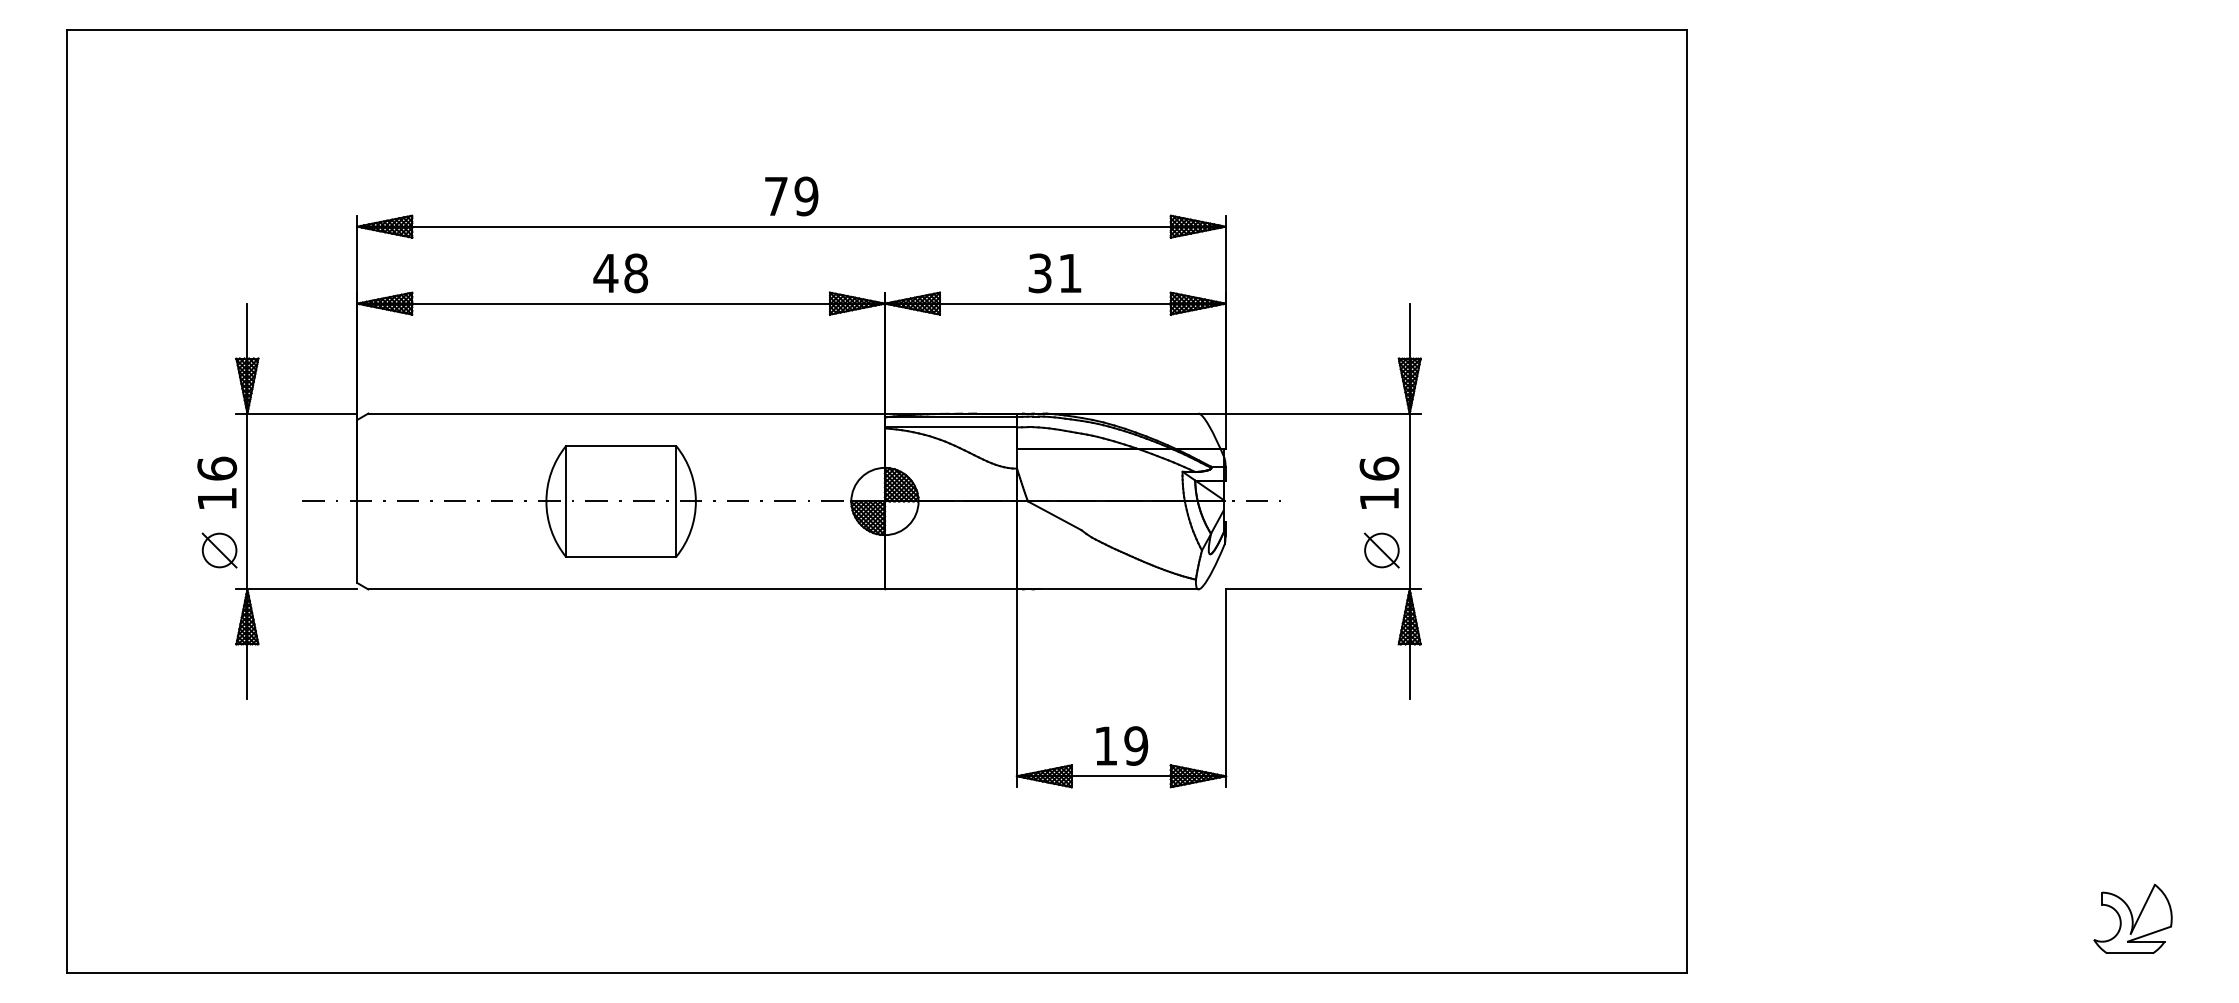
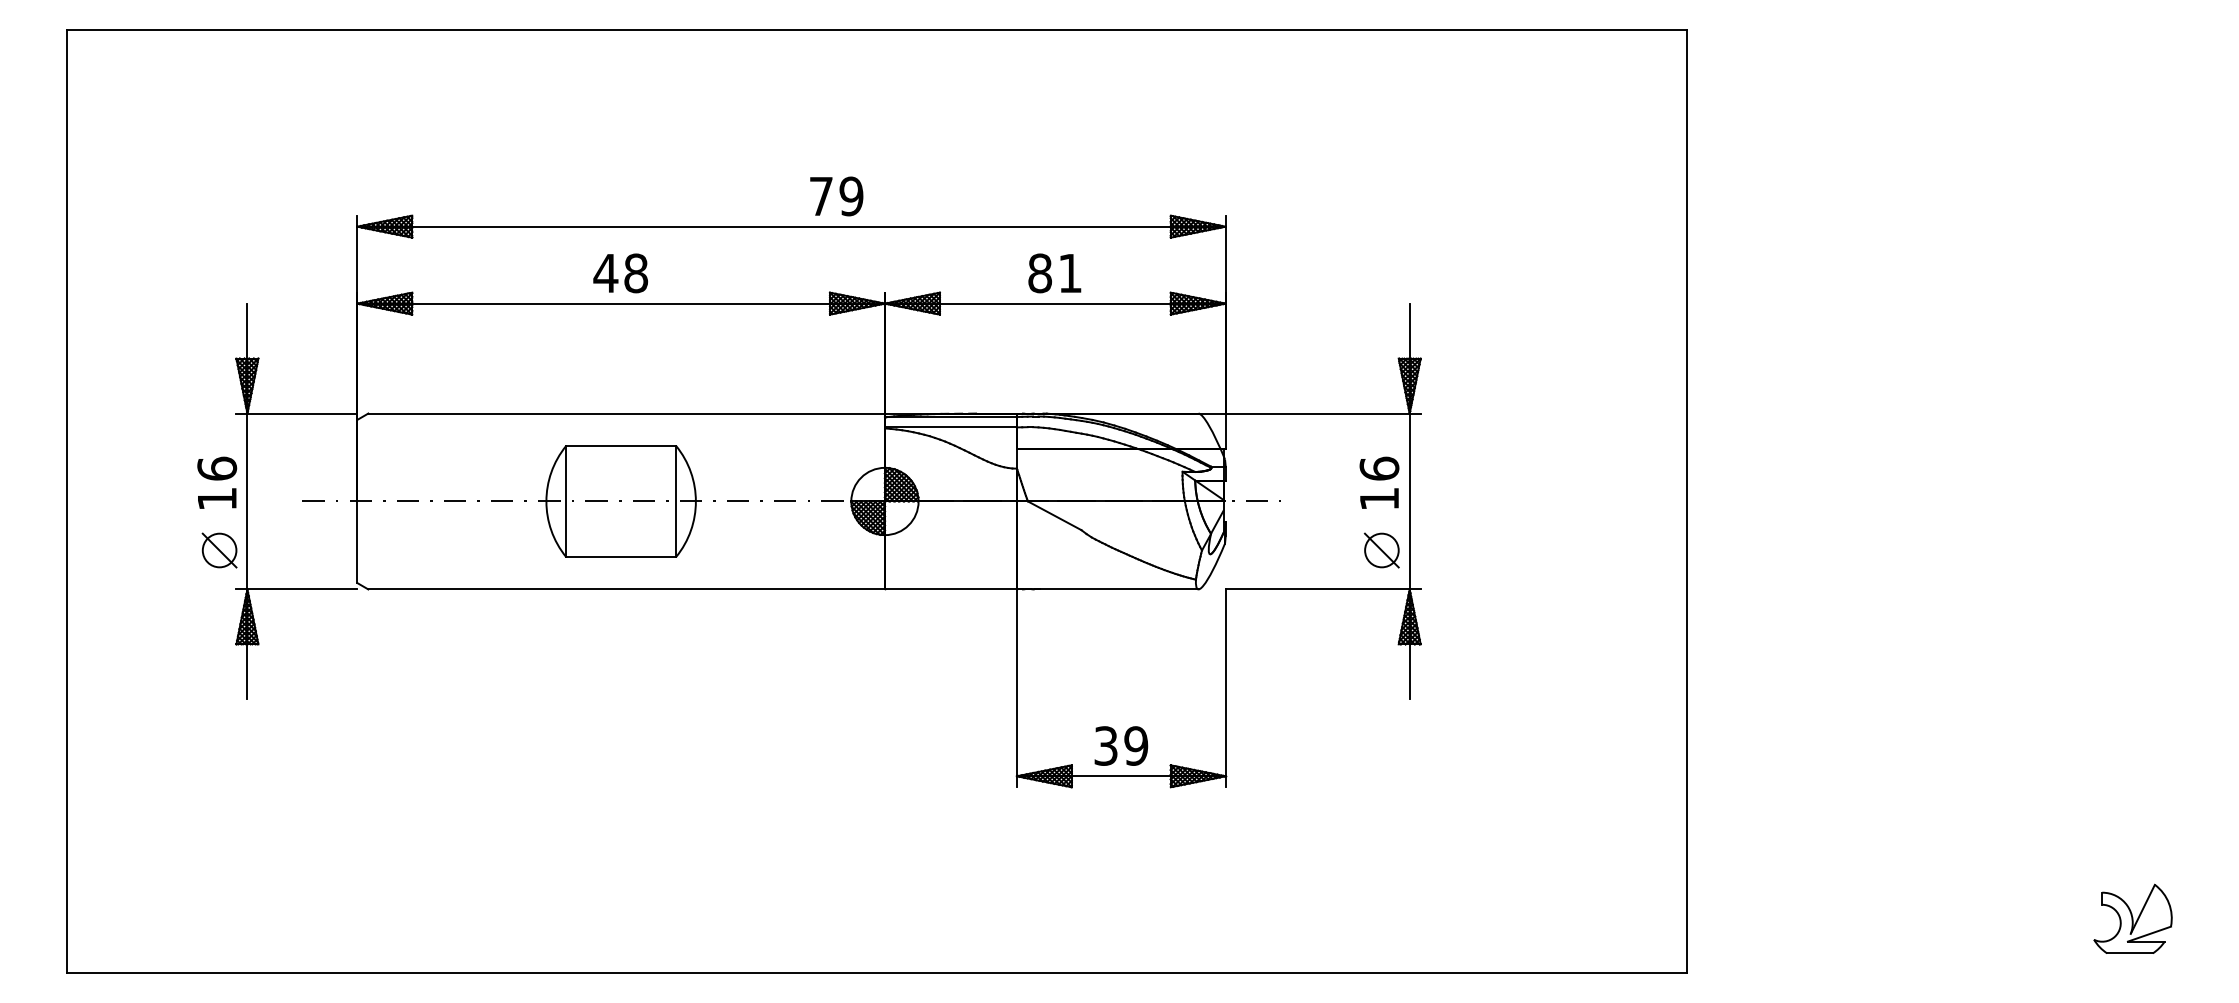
text at (791, 196) position: (791, 196) -> (836, 196)
text at (1040, 273): 31 -> 81
text at (1105, 745): 19 -> 39
